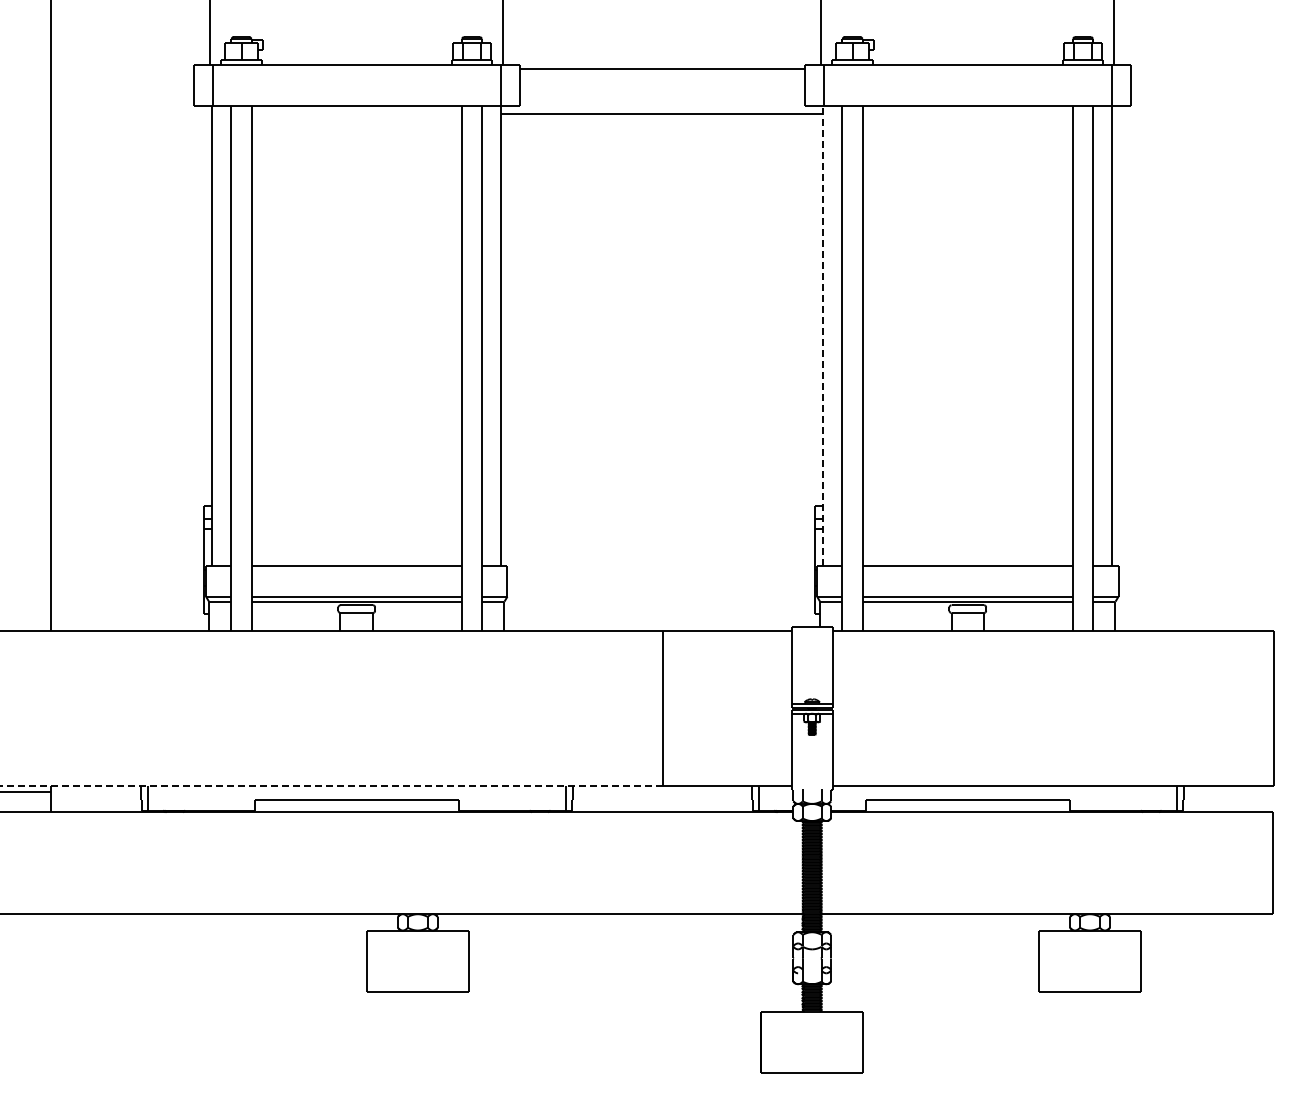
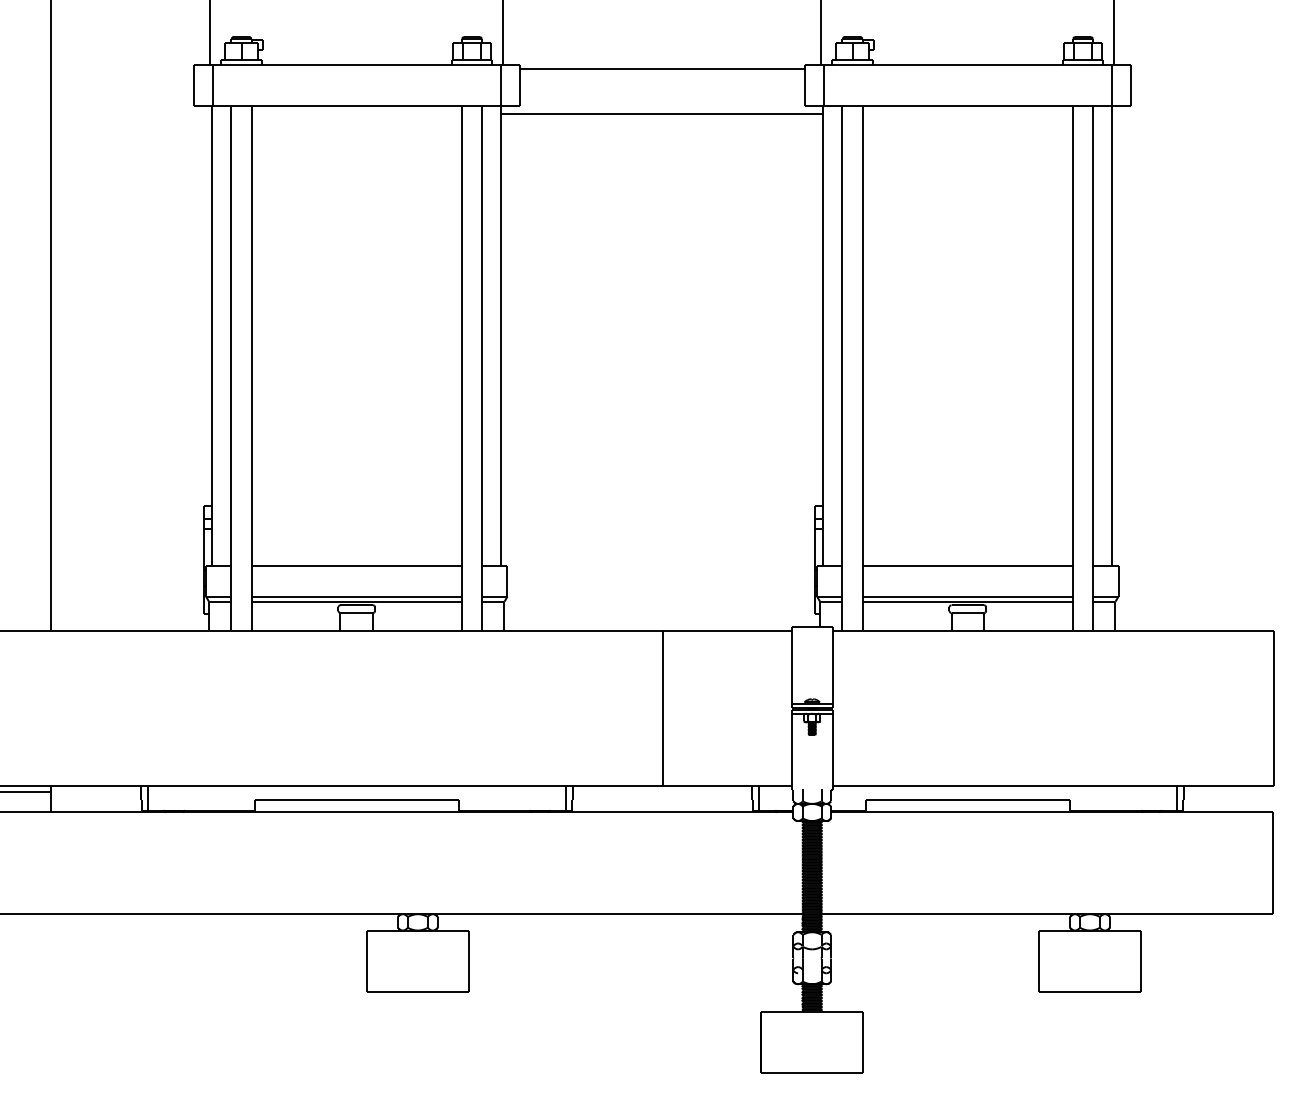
line at (823, 335): dashed -> solid
line at (331, 786): dashed -> solid
